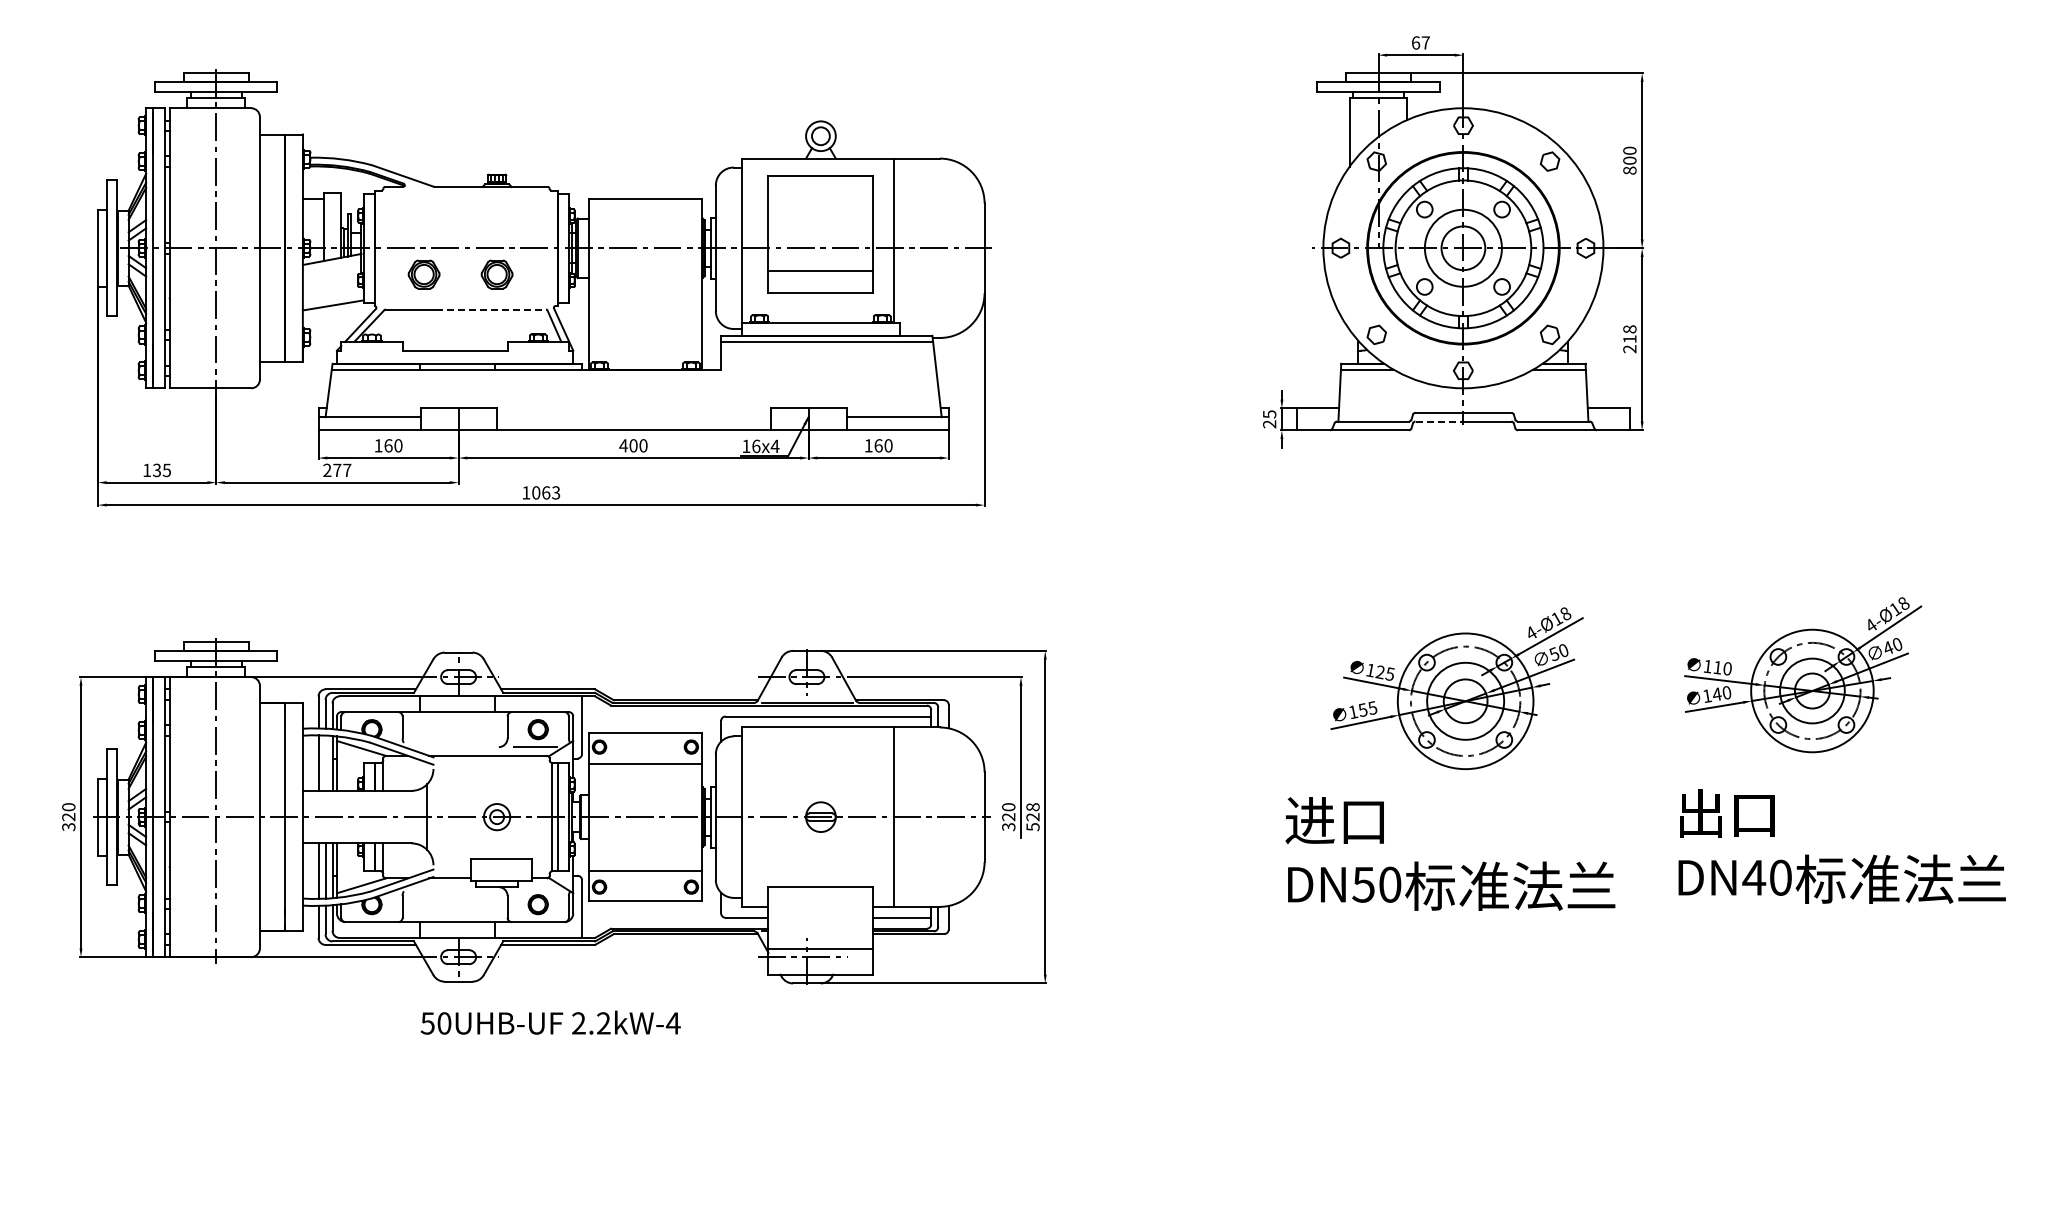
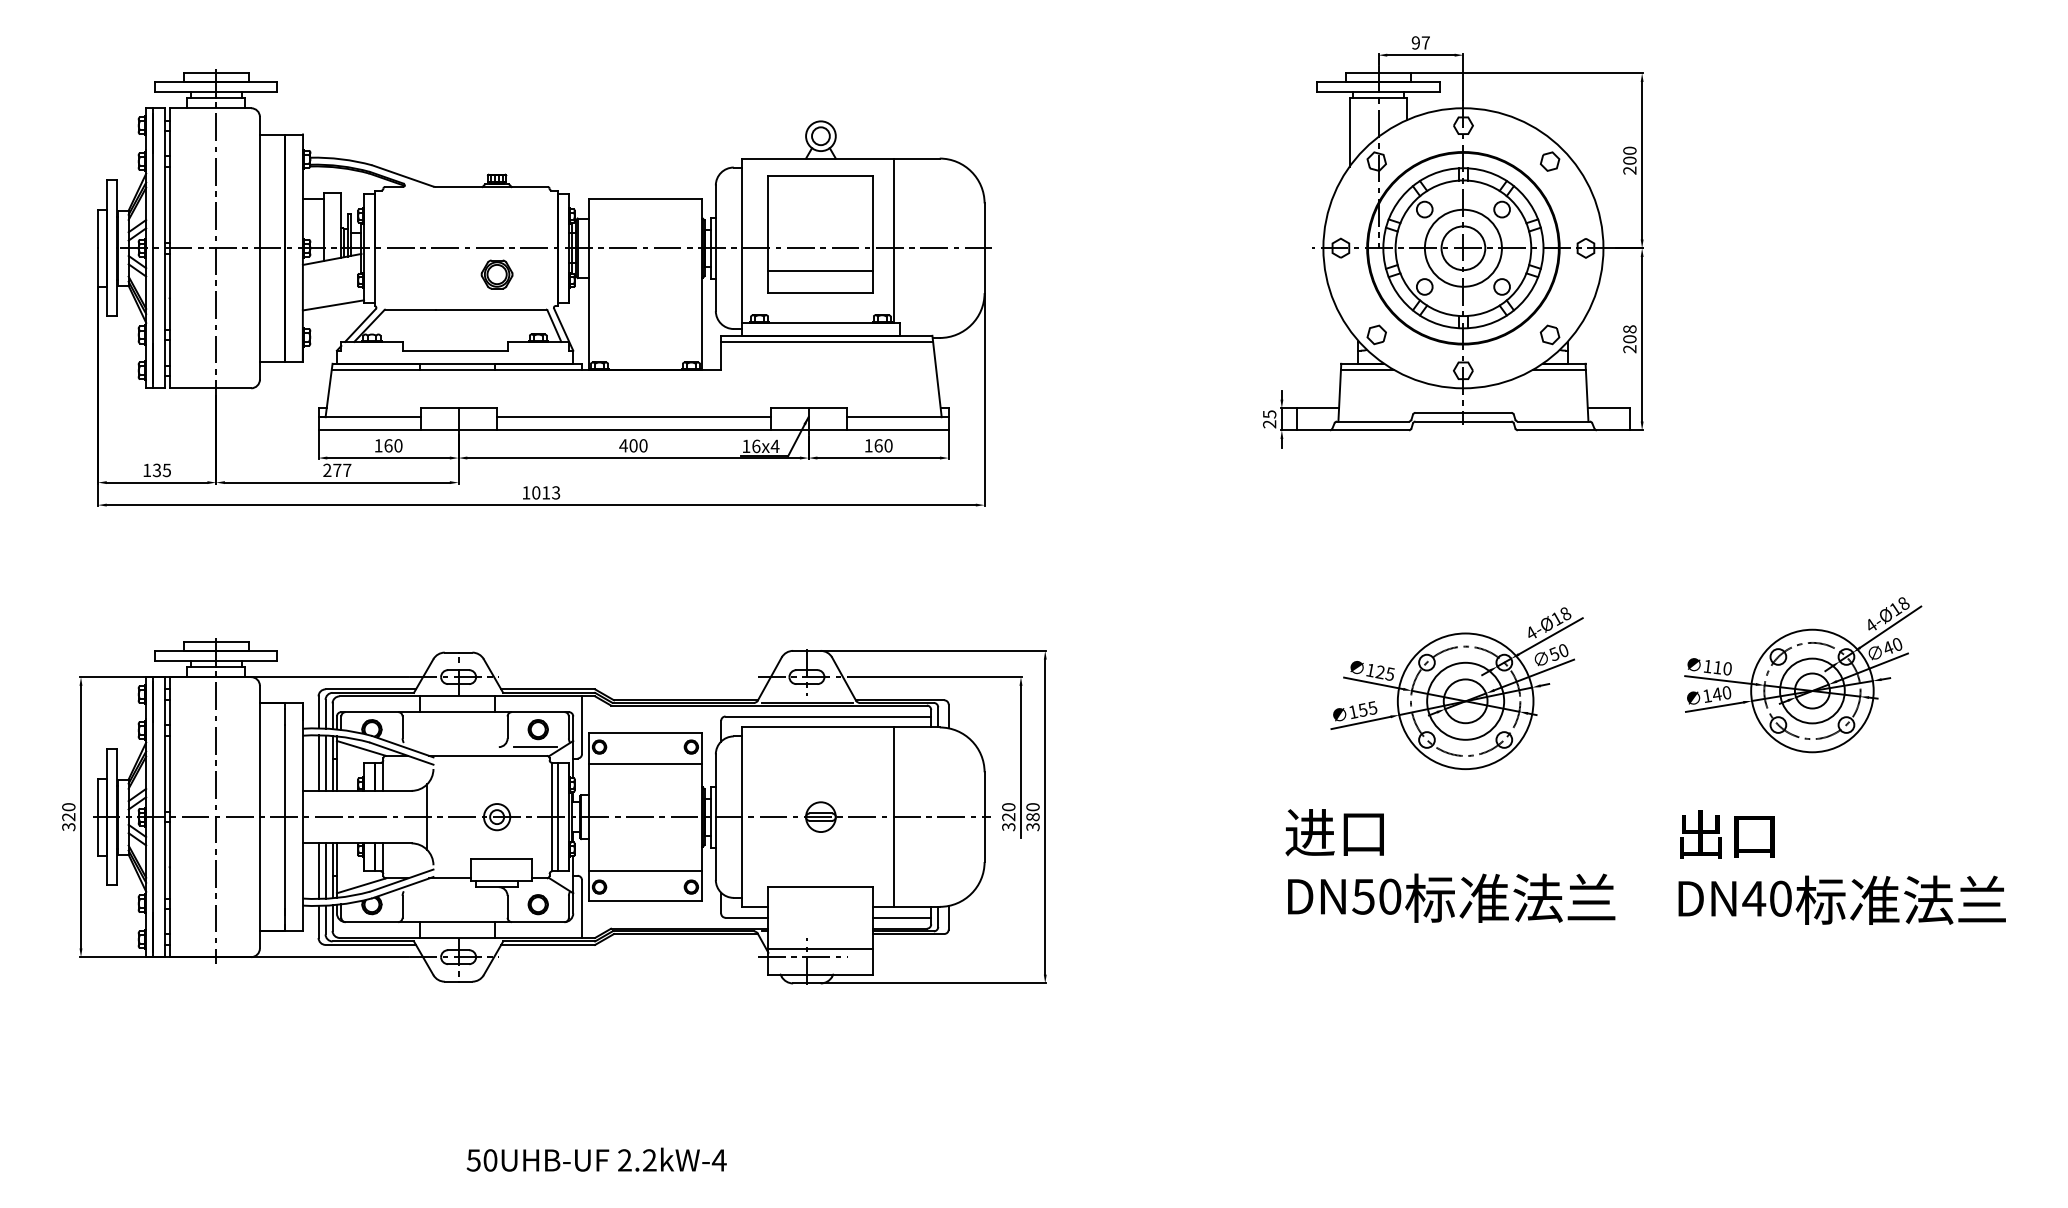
text at (1415, 42): 67 -> 97
text at (1629, 170): 800 -> 200
part at (423, 274): present -> none
line at (491, 309): dashed -> solid
text at (1629, 339): 218 -> 208
line at (633, 417): none -> present
line at (1439, 421): dashed -> solid
text at (546, 492): 1063 -> 1013
line at (325, 762): none -> present
text at (1032, 816): 528 -> 380
text at (1841, 846) position: (1841, 846) -> (1841, 867)
text at (1450, 853) position: (1450, 853) -> (1450, 865)
text at (550, 1022) position: (550, 1022) -> (596, 1159)
